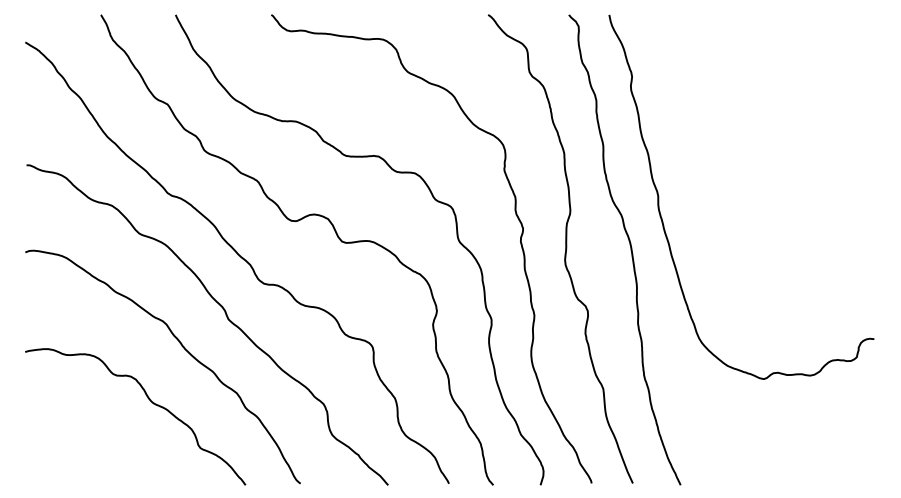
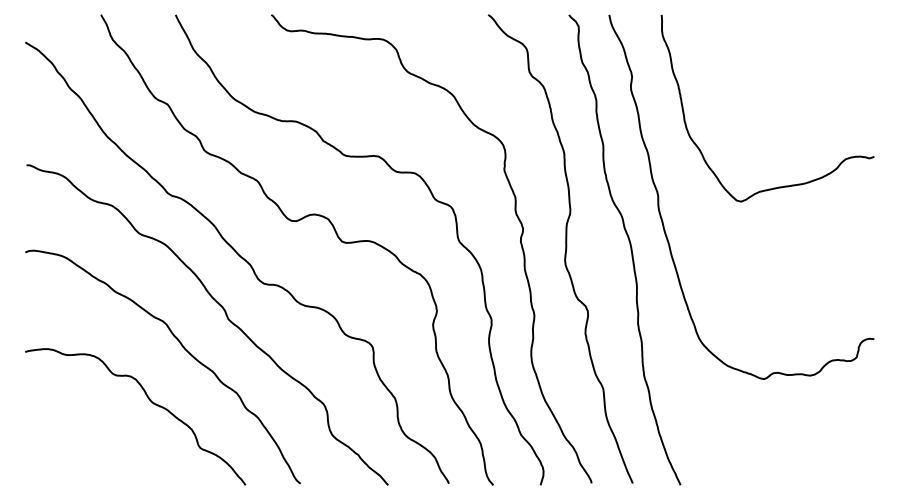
curve at (699, 147): none -> present
